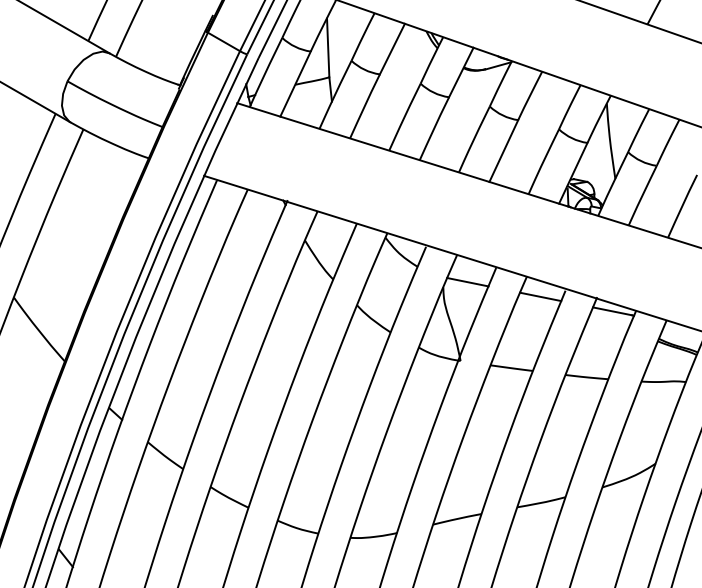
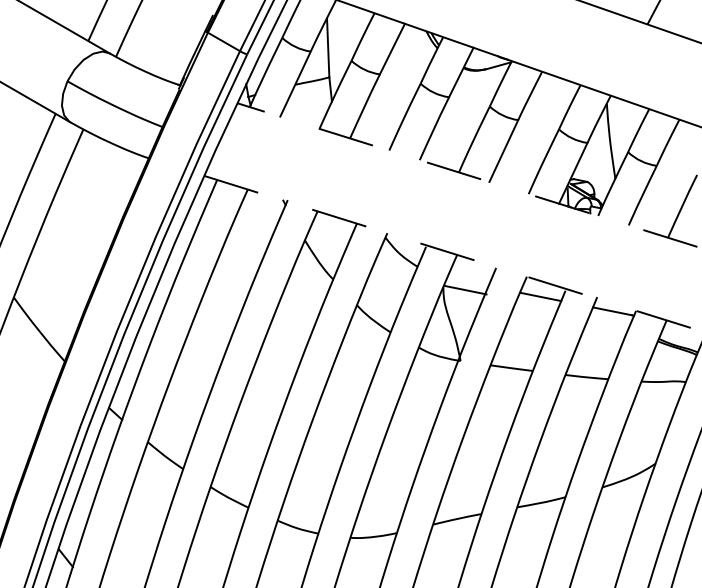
line at (468, 175): solid -> dashed
line at (452, 253): solid -> dashed
line at (467, 282) position: (467, 282) -> (465, 290)
